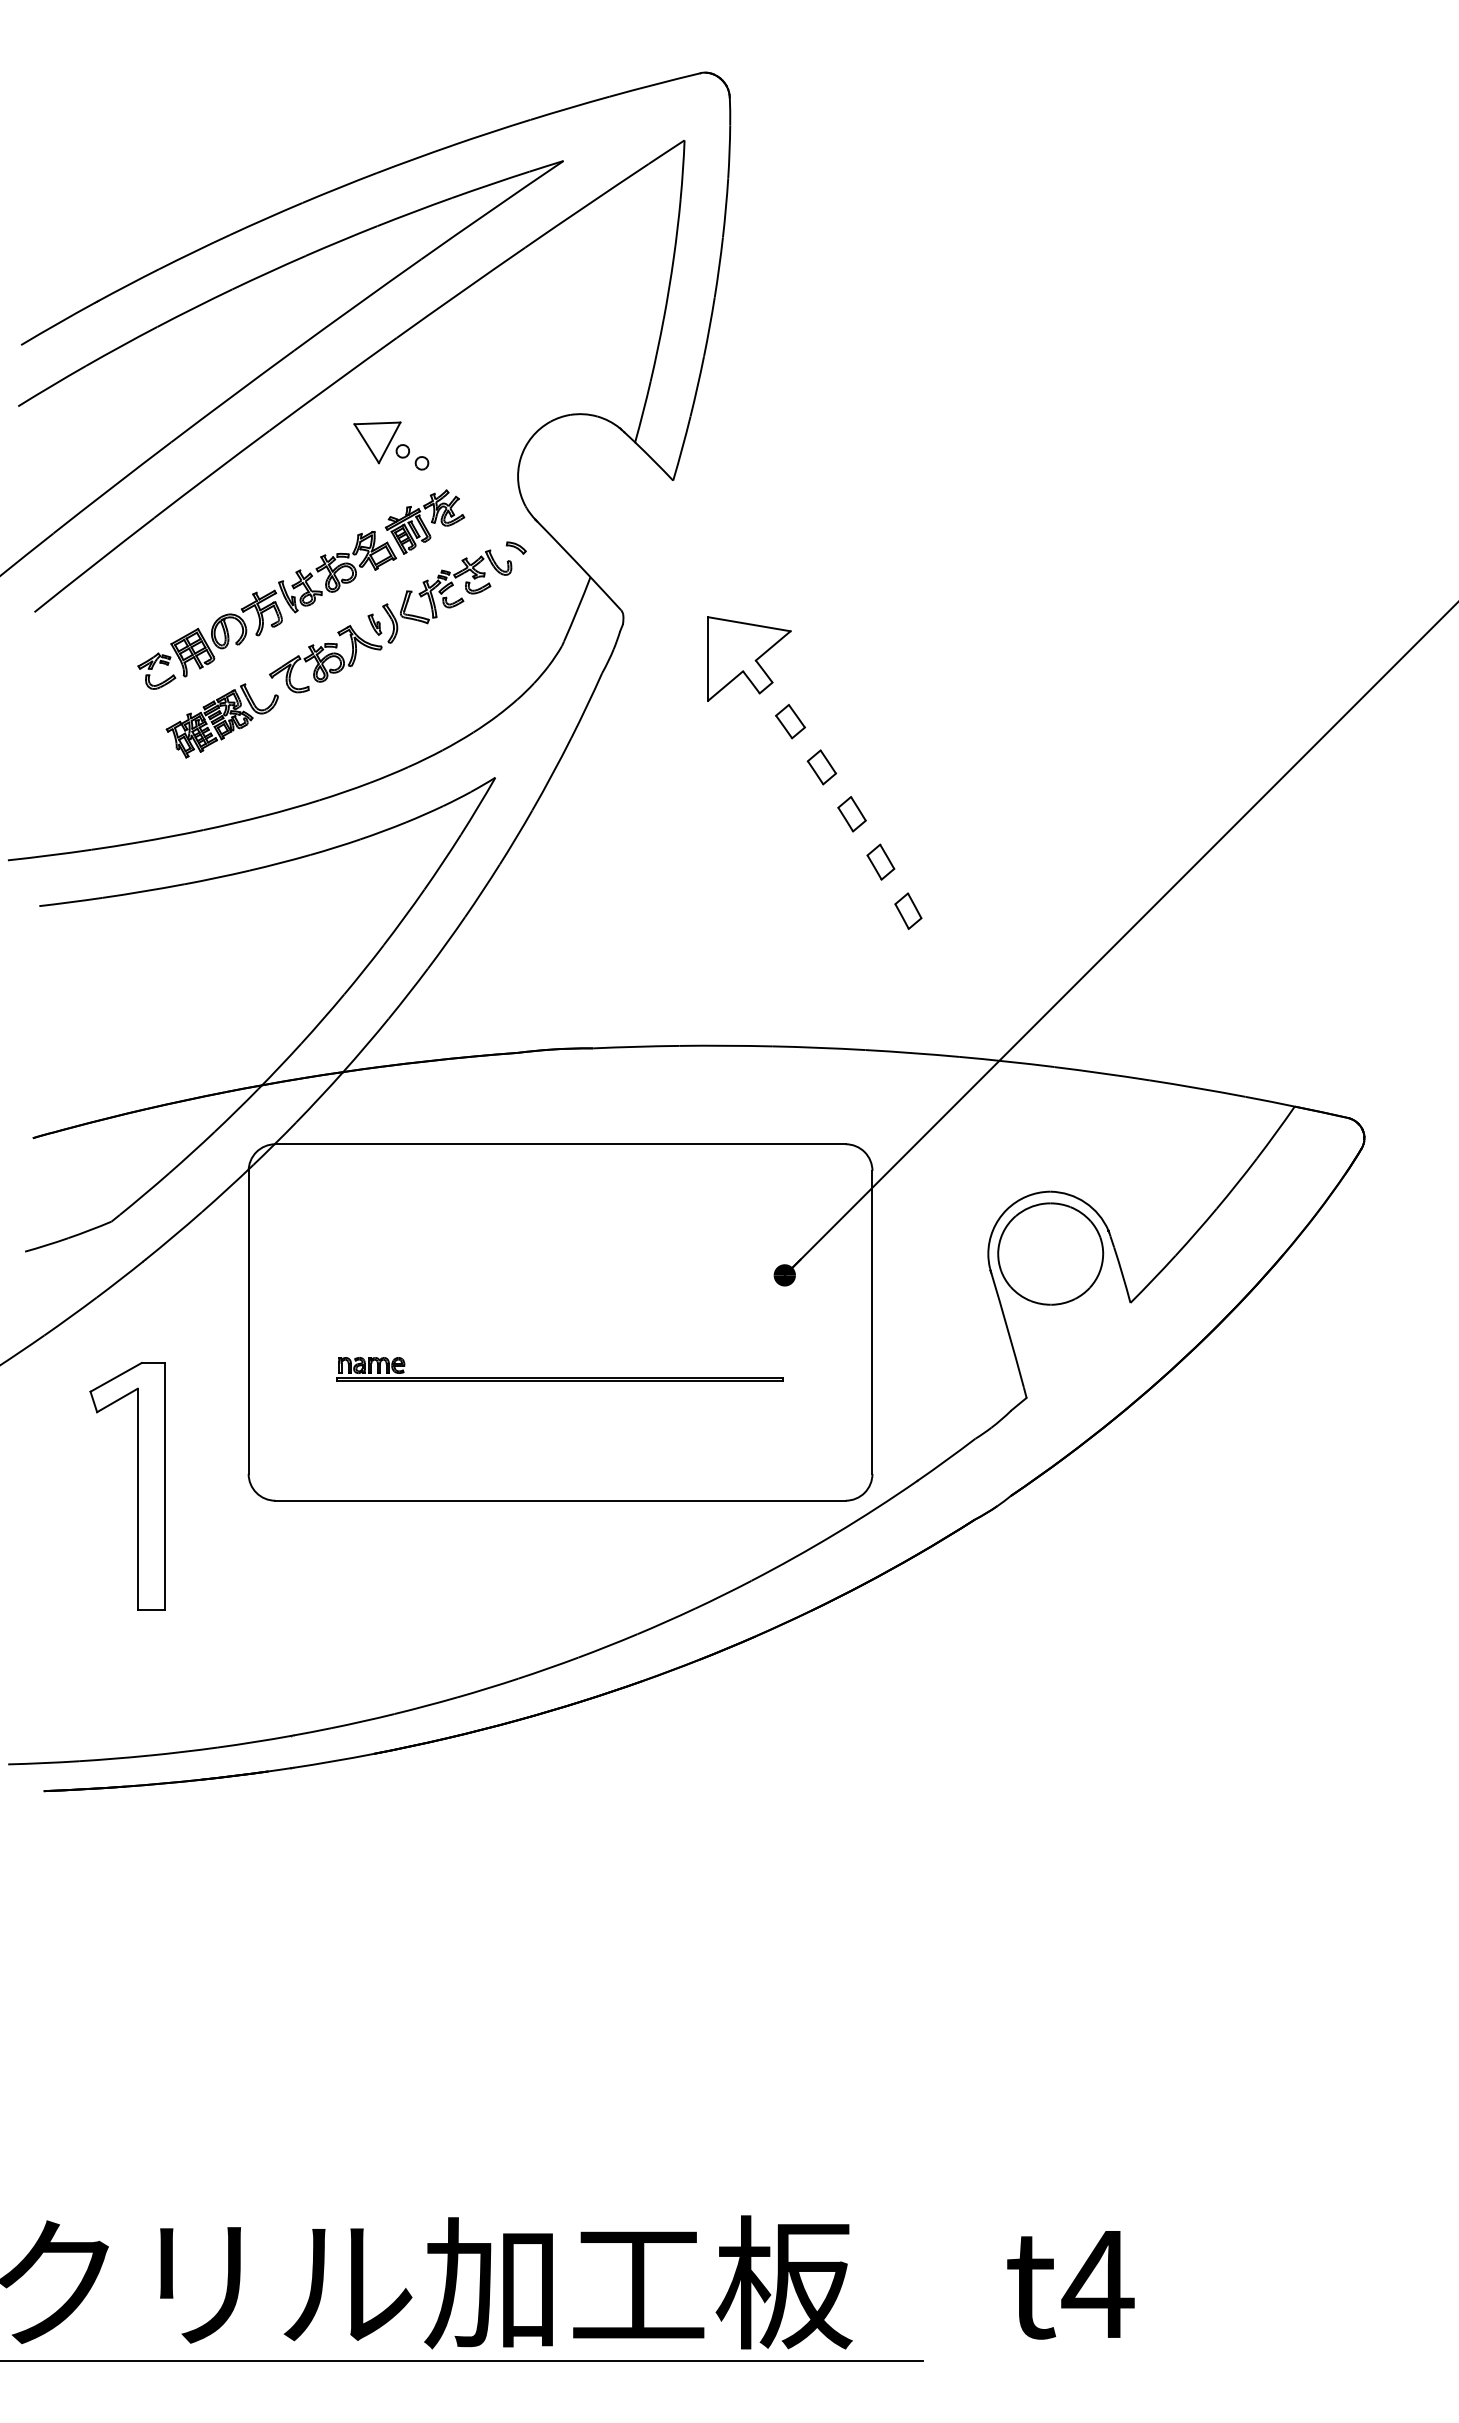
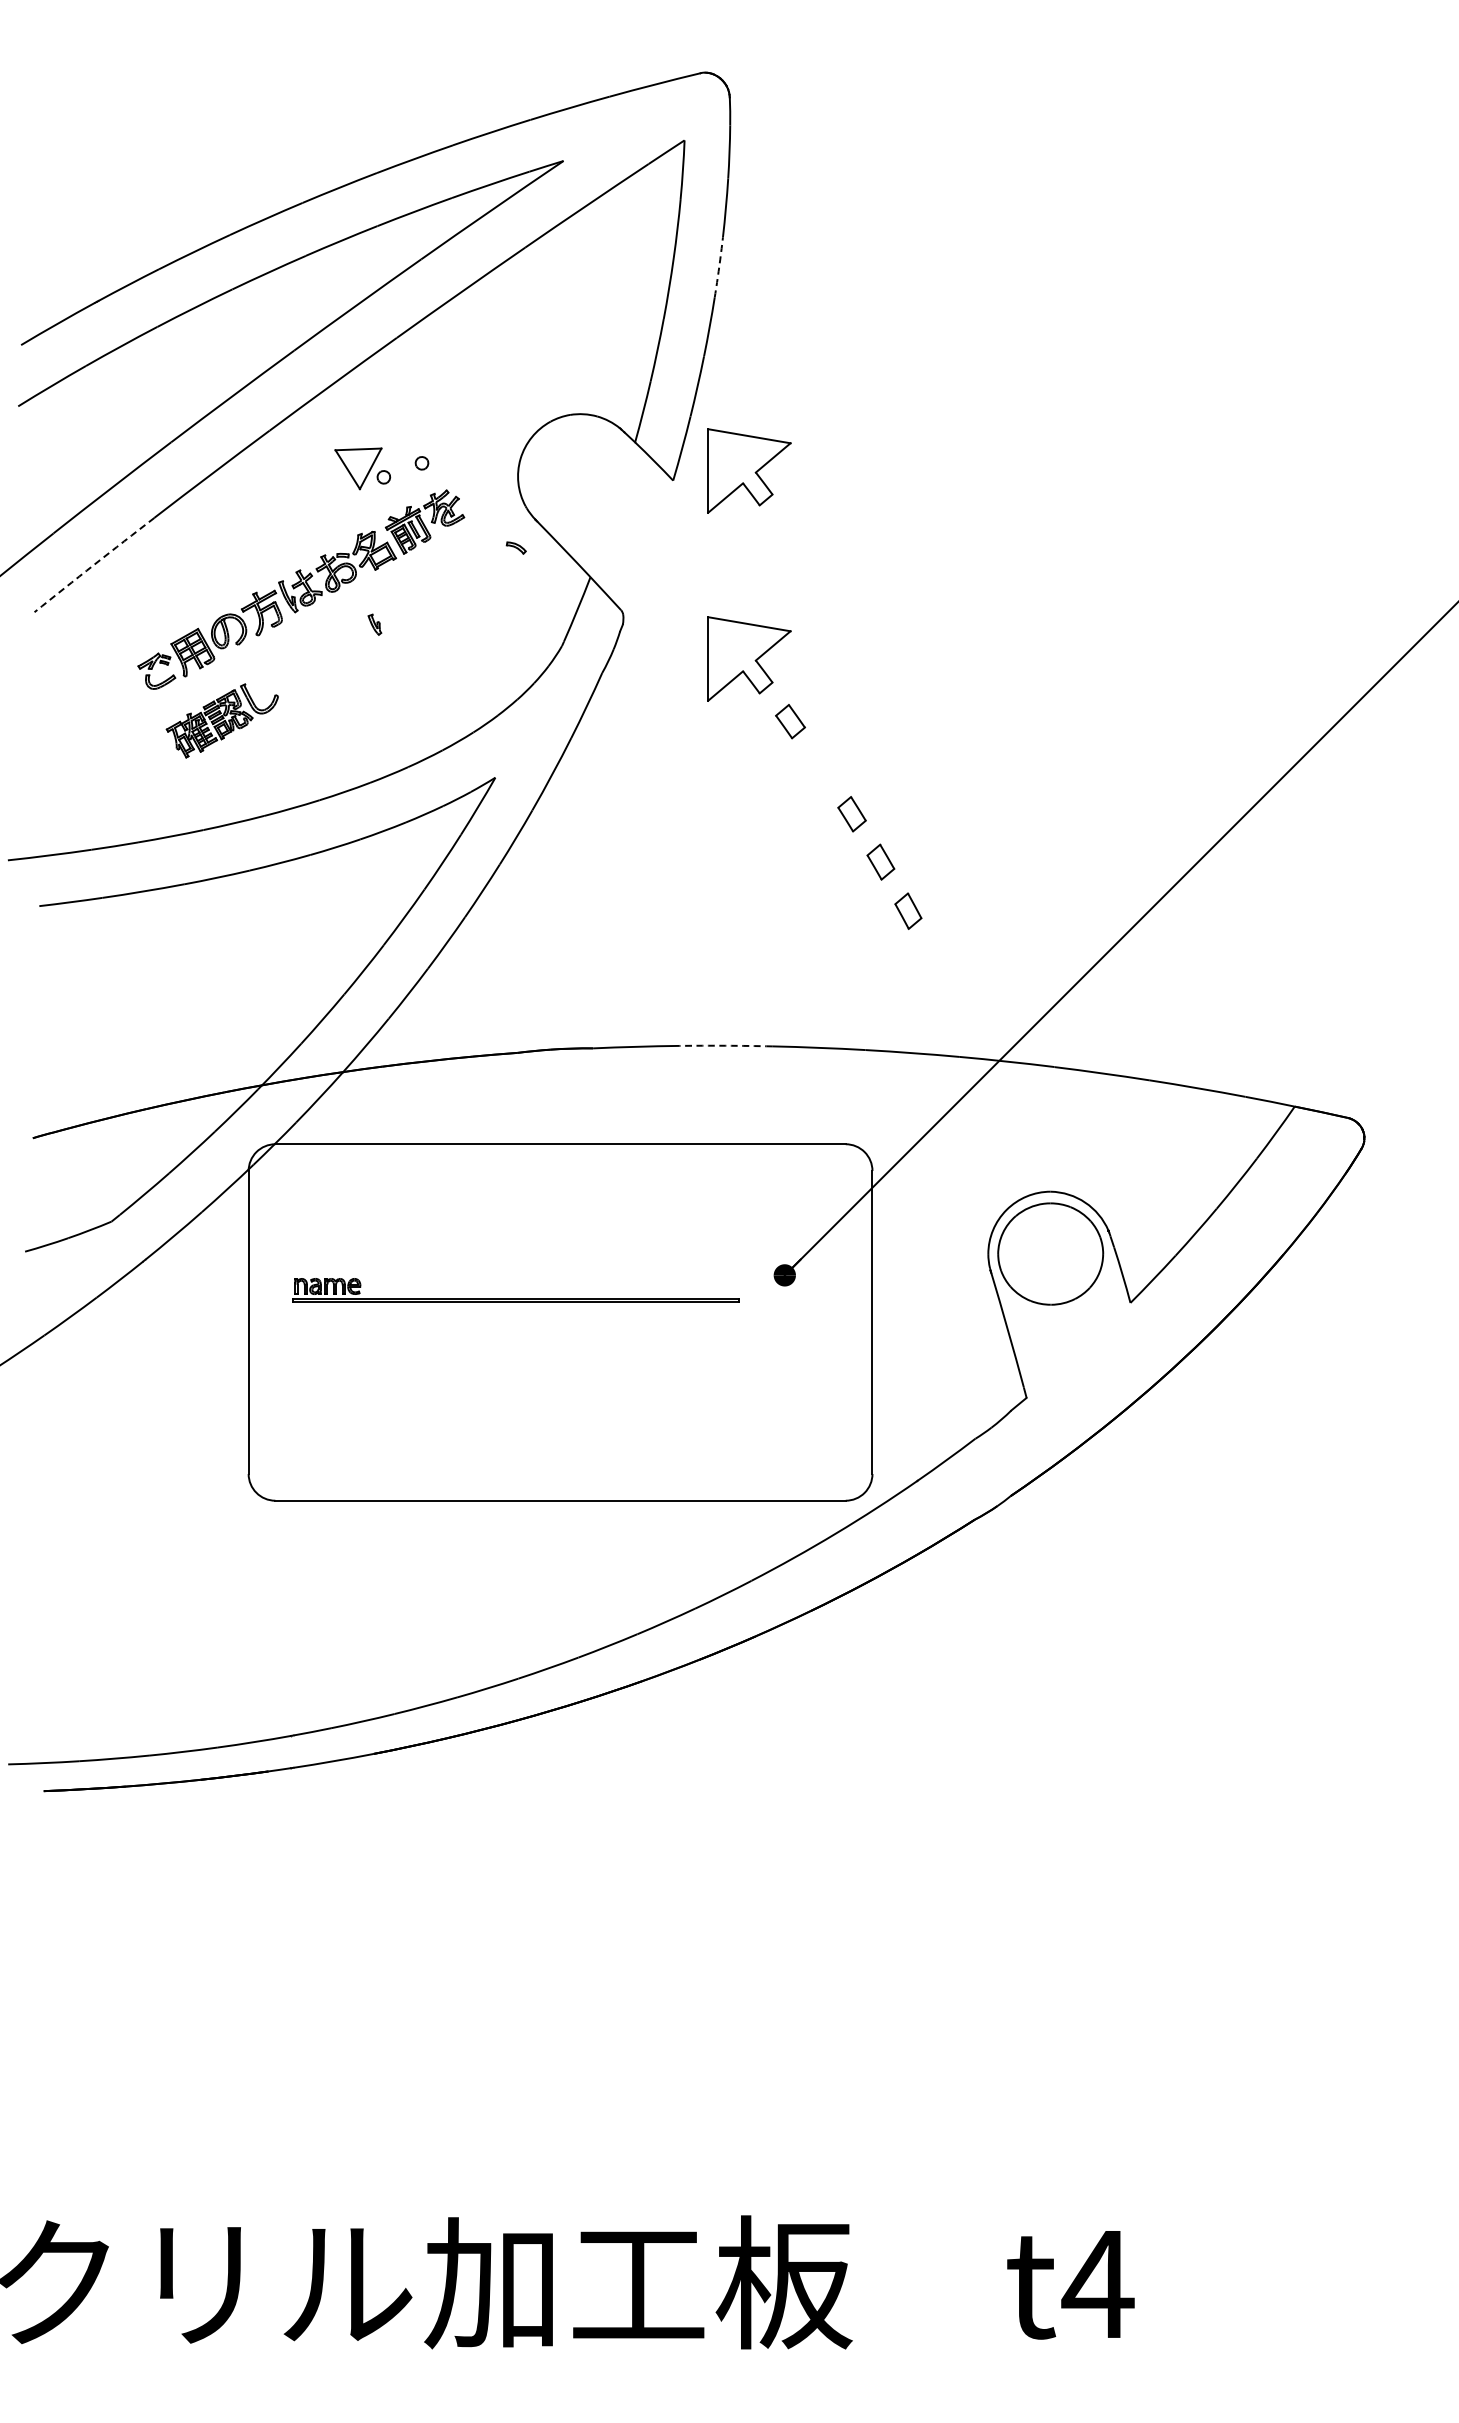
arc at (719, 267): solid -> dashed
part at (381, 442) position: (381, 442) -> (362, 468)
part at (749, 470): none -> present
arc at (94, 564): solid -> dashed
part at (390, 621): present -> none
part at (821, 767): present -> none
arc at (725, 1045): solid -> dashed
part at (559, 1377) position: (559, 1377) -> (515, 1298)
part at (137, 1486): present -> none
line at (462, 2360): present -> none
